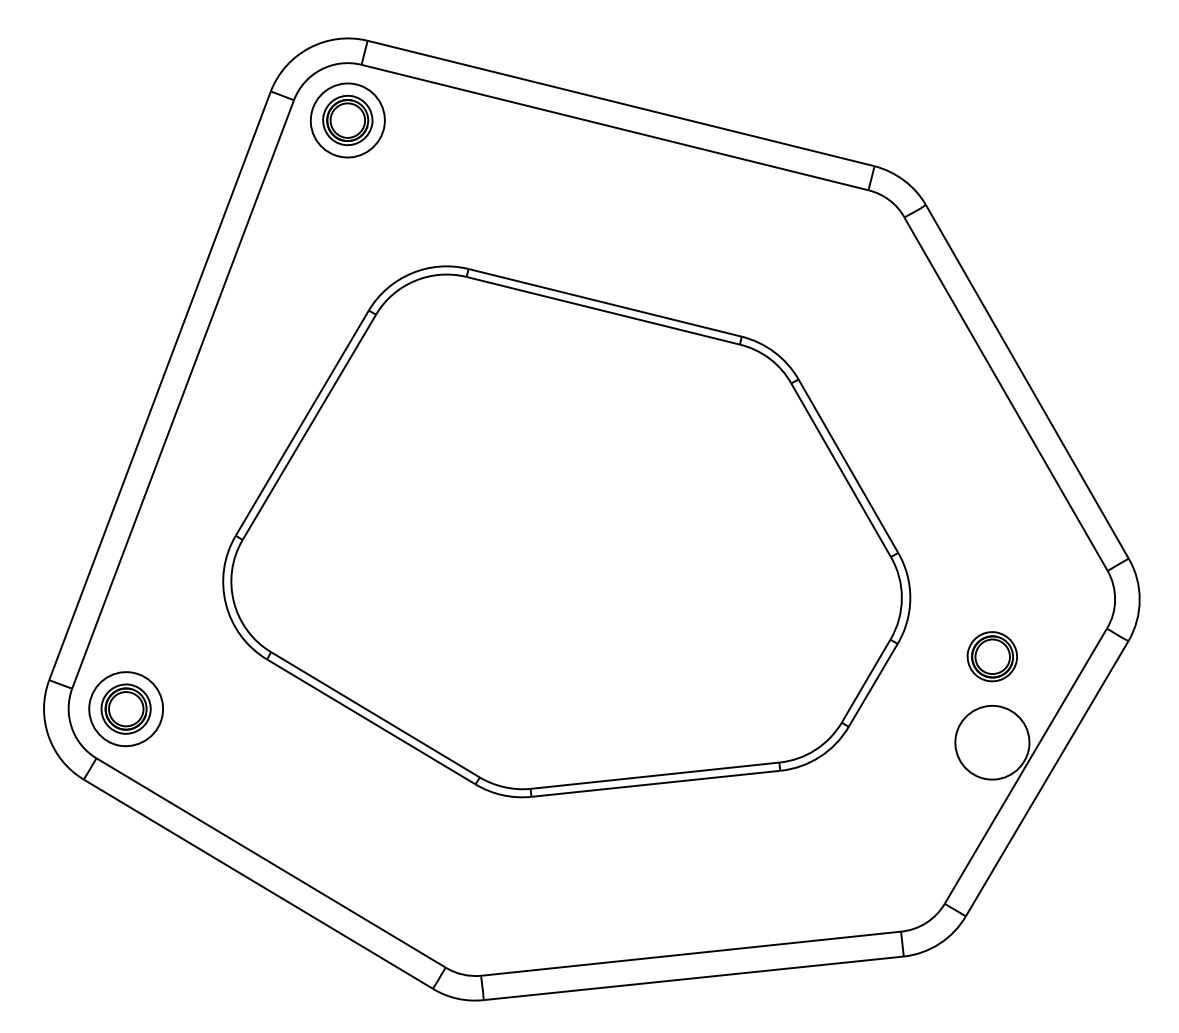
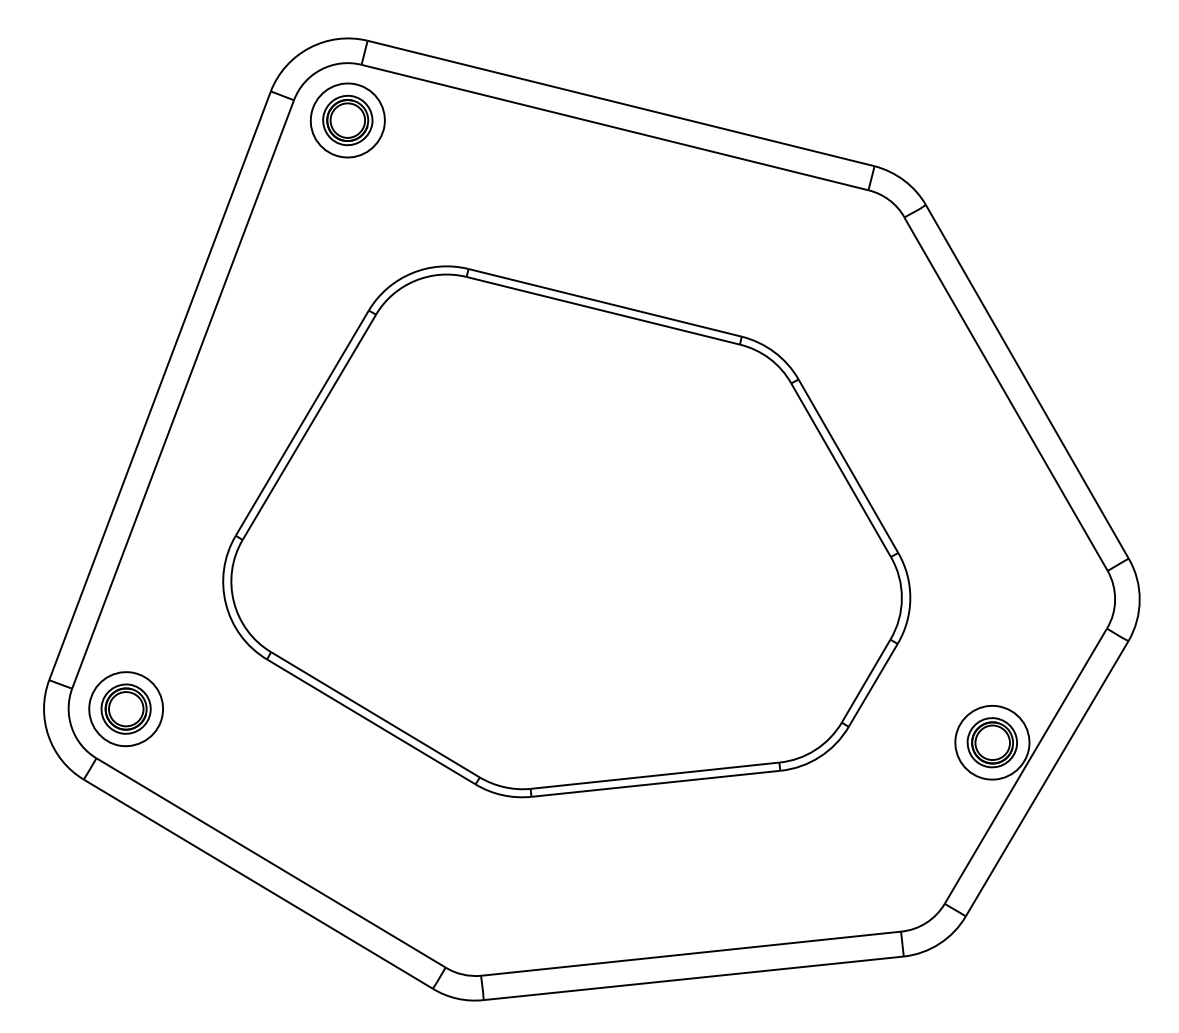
part at (991, 656) position: (991, 656) -> (991, 742)
